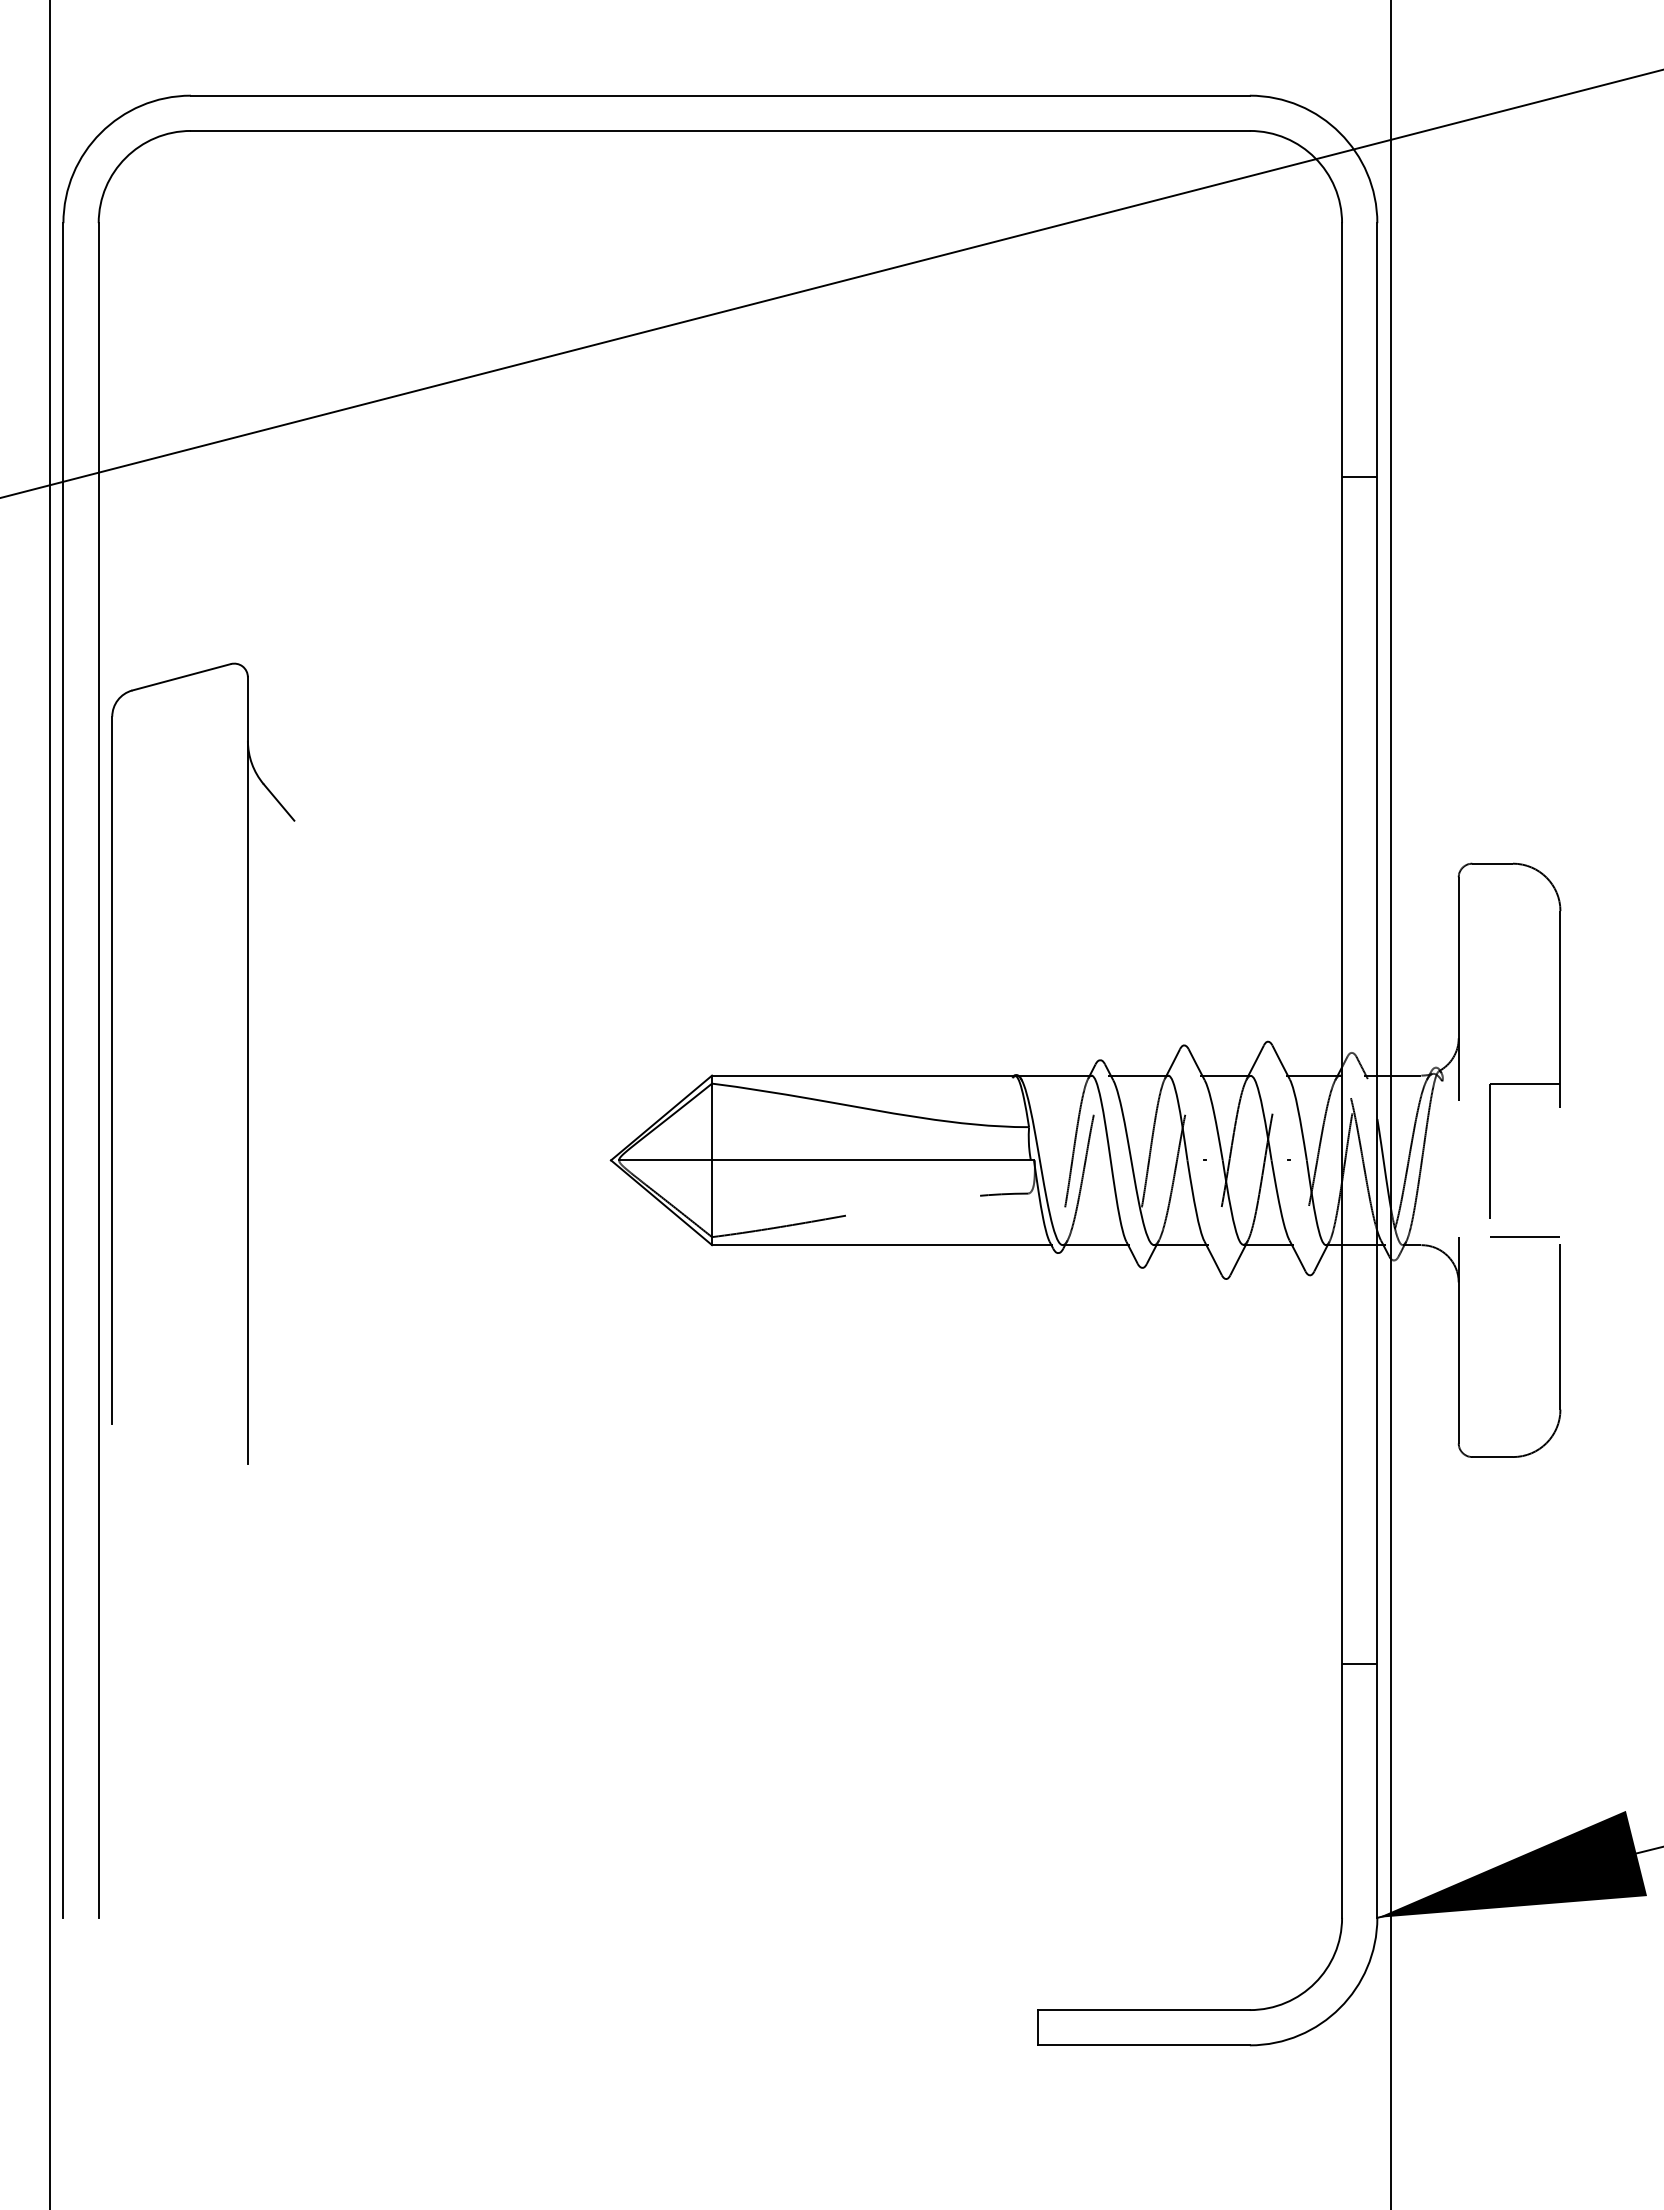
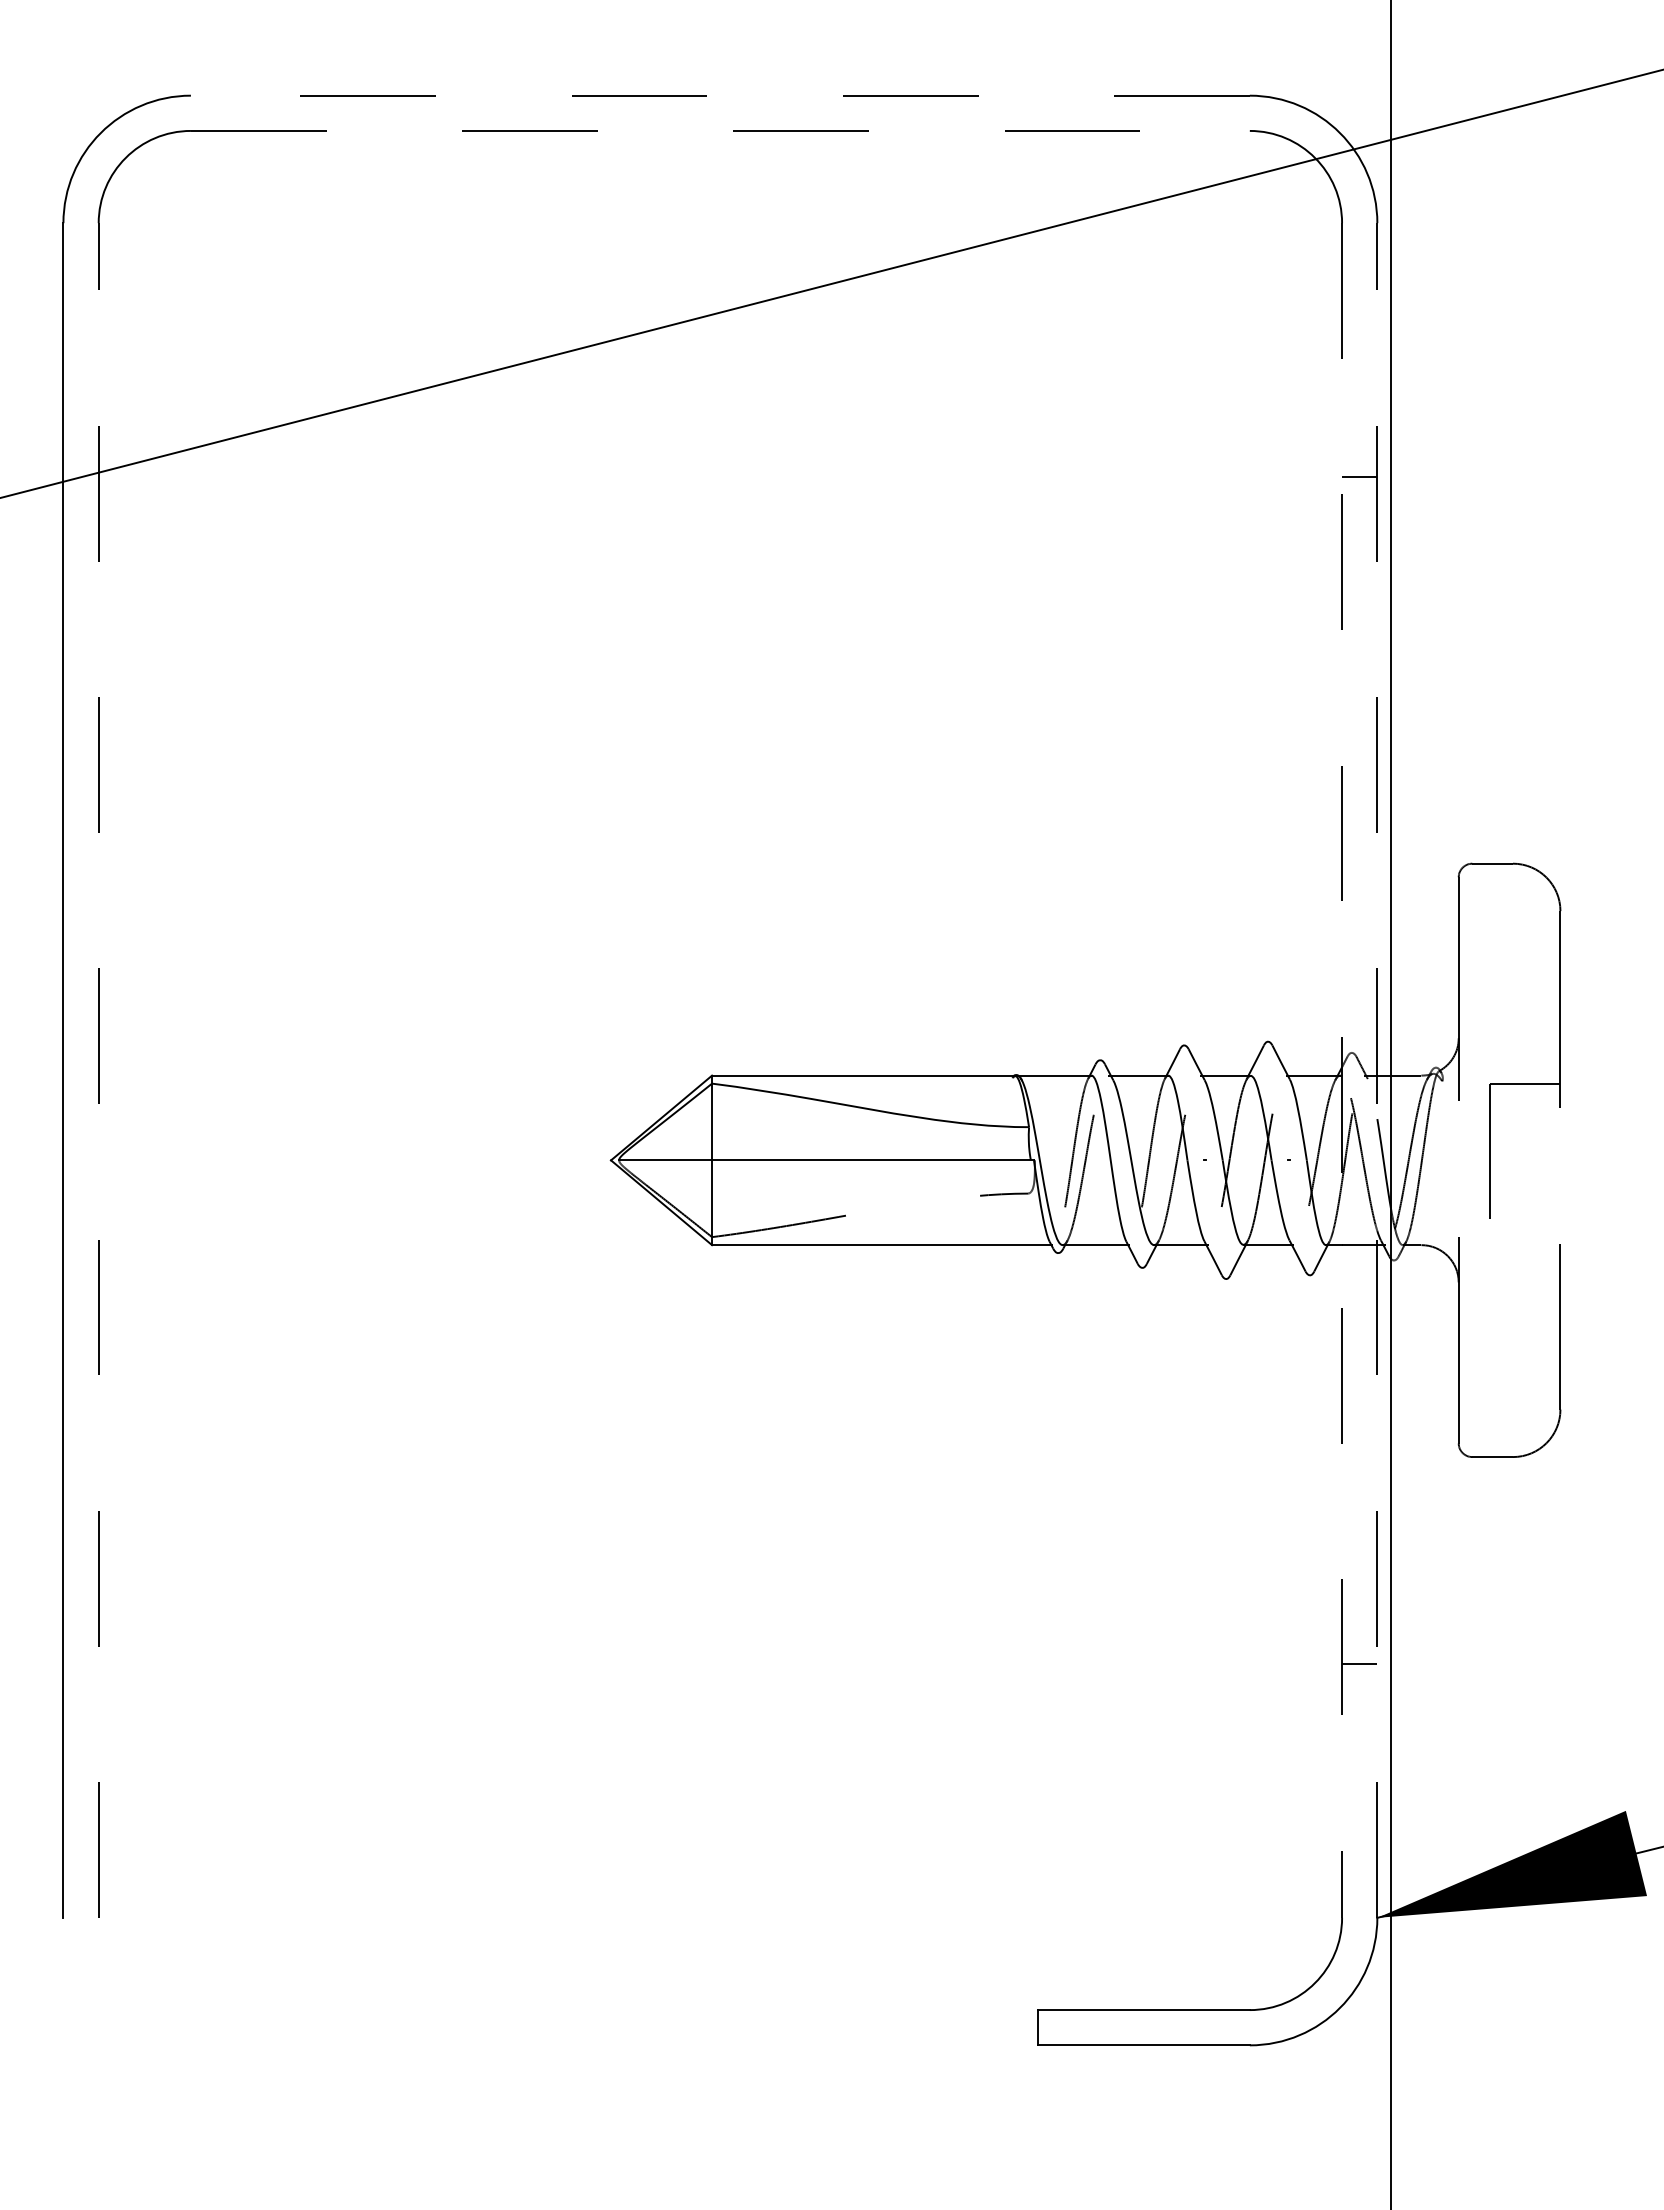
line at (719, 95): solid -> dashed
line at (720, 130): solid -> dashed
part at (247, 1063): present -> none
line at (98, 1070): solid -> dashed
line at (1377, 1070): solid -> dashed
line at (1342, 1071): solid -> dashed
line at (49, 1104): present -> none
line at (1524, 1237): present -> none
